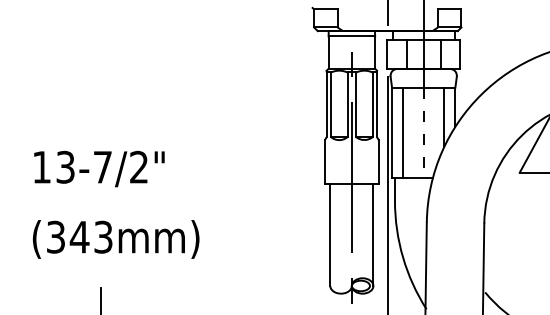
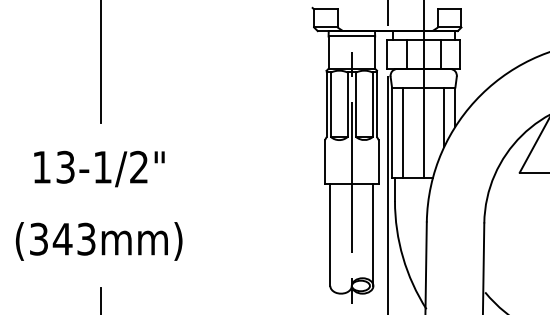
line at (101, 62): none -> present
line at (423, 133): dashed -> solid
text at (102, 167): 13-7/2" -> 13-1/2"
text at (115, 239) position: (115, 239) -> (98, 241)
